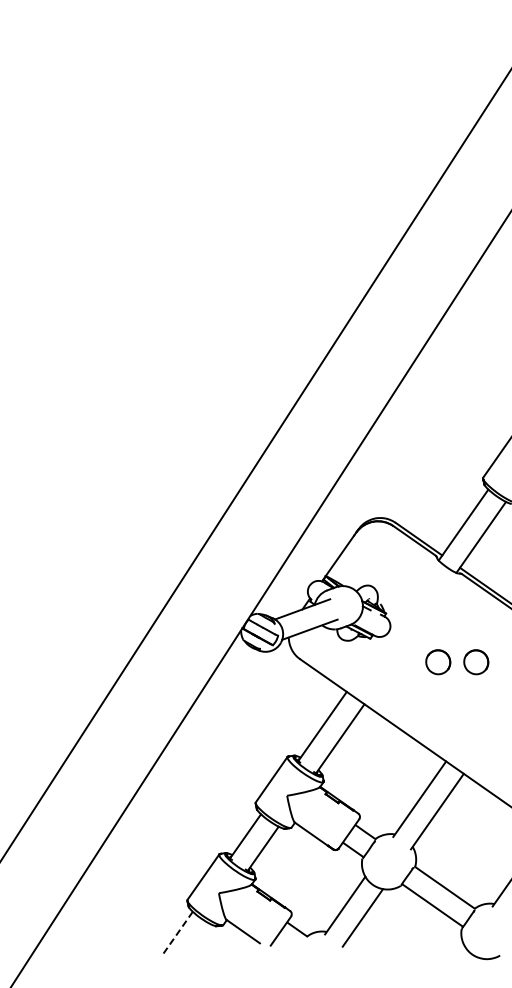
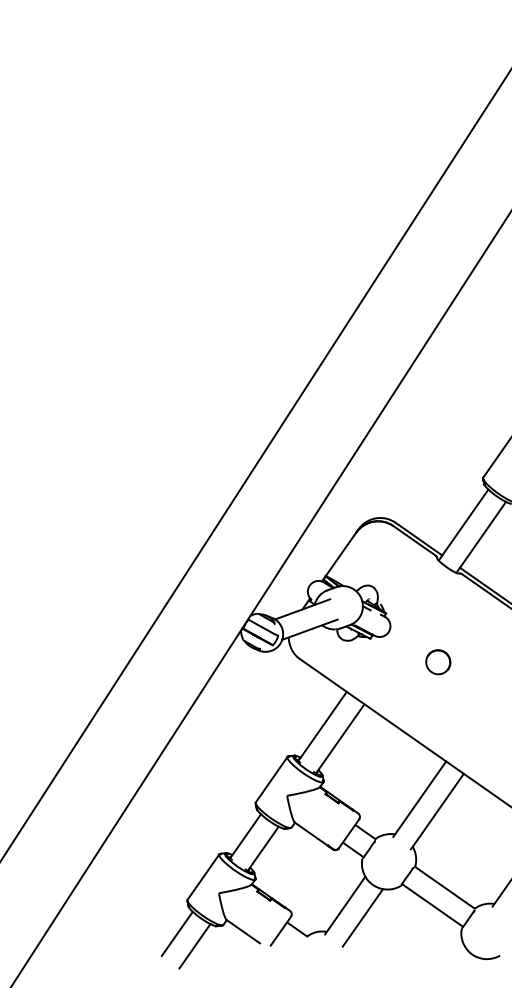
part at (476, 662): present -> none
line at (177, 934): dashed -> solid
line at (194, 946): none -> present
